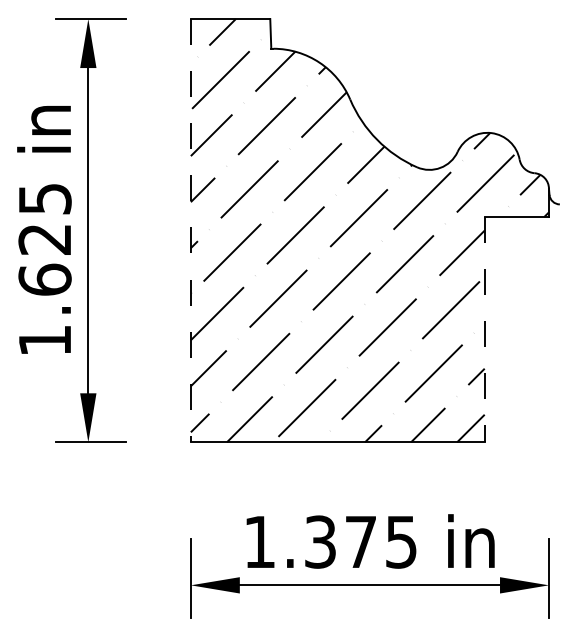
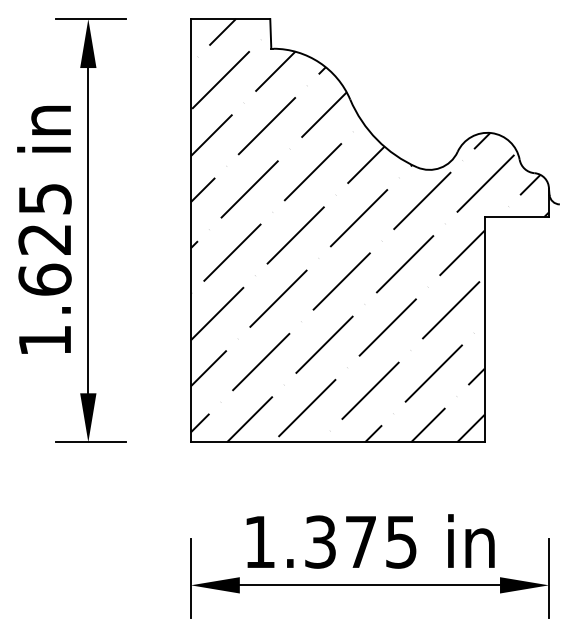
line at (190, 230): dashed -> solid
line at (484, 329): dashed -> solid
